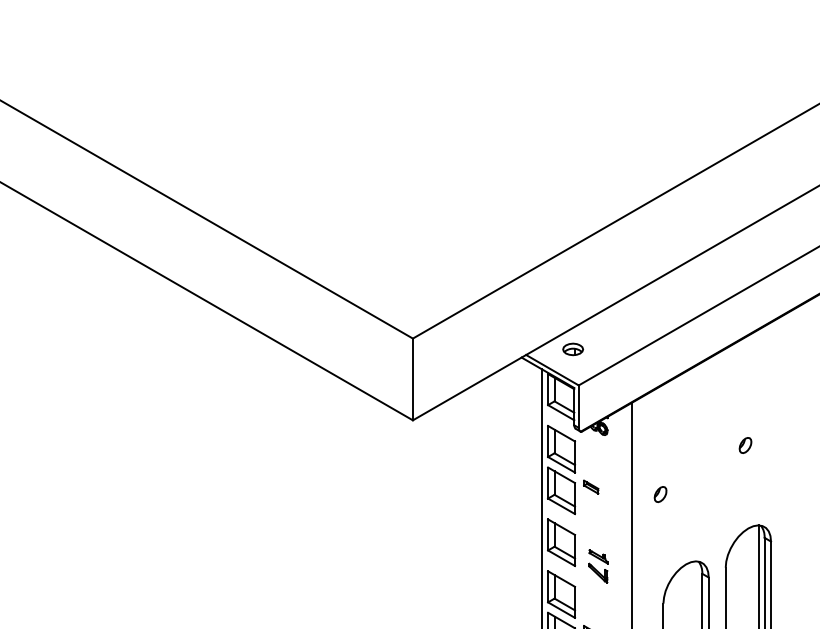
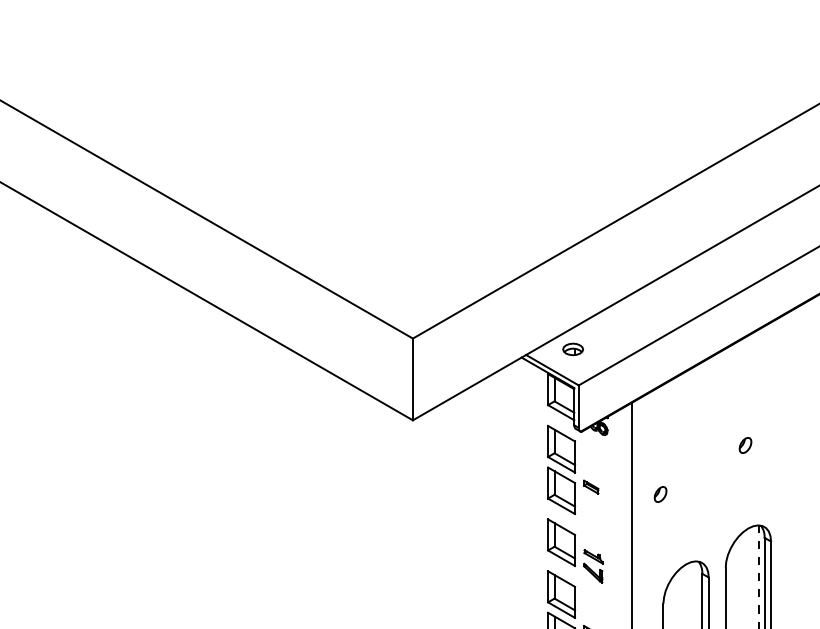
line at (541, 497): present -> none
part at (598, 566) position: (598, 566) -> (593, 566)
line at (758, 577): solid -> dashed
